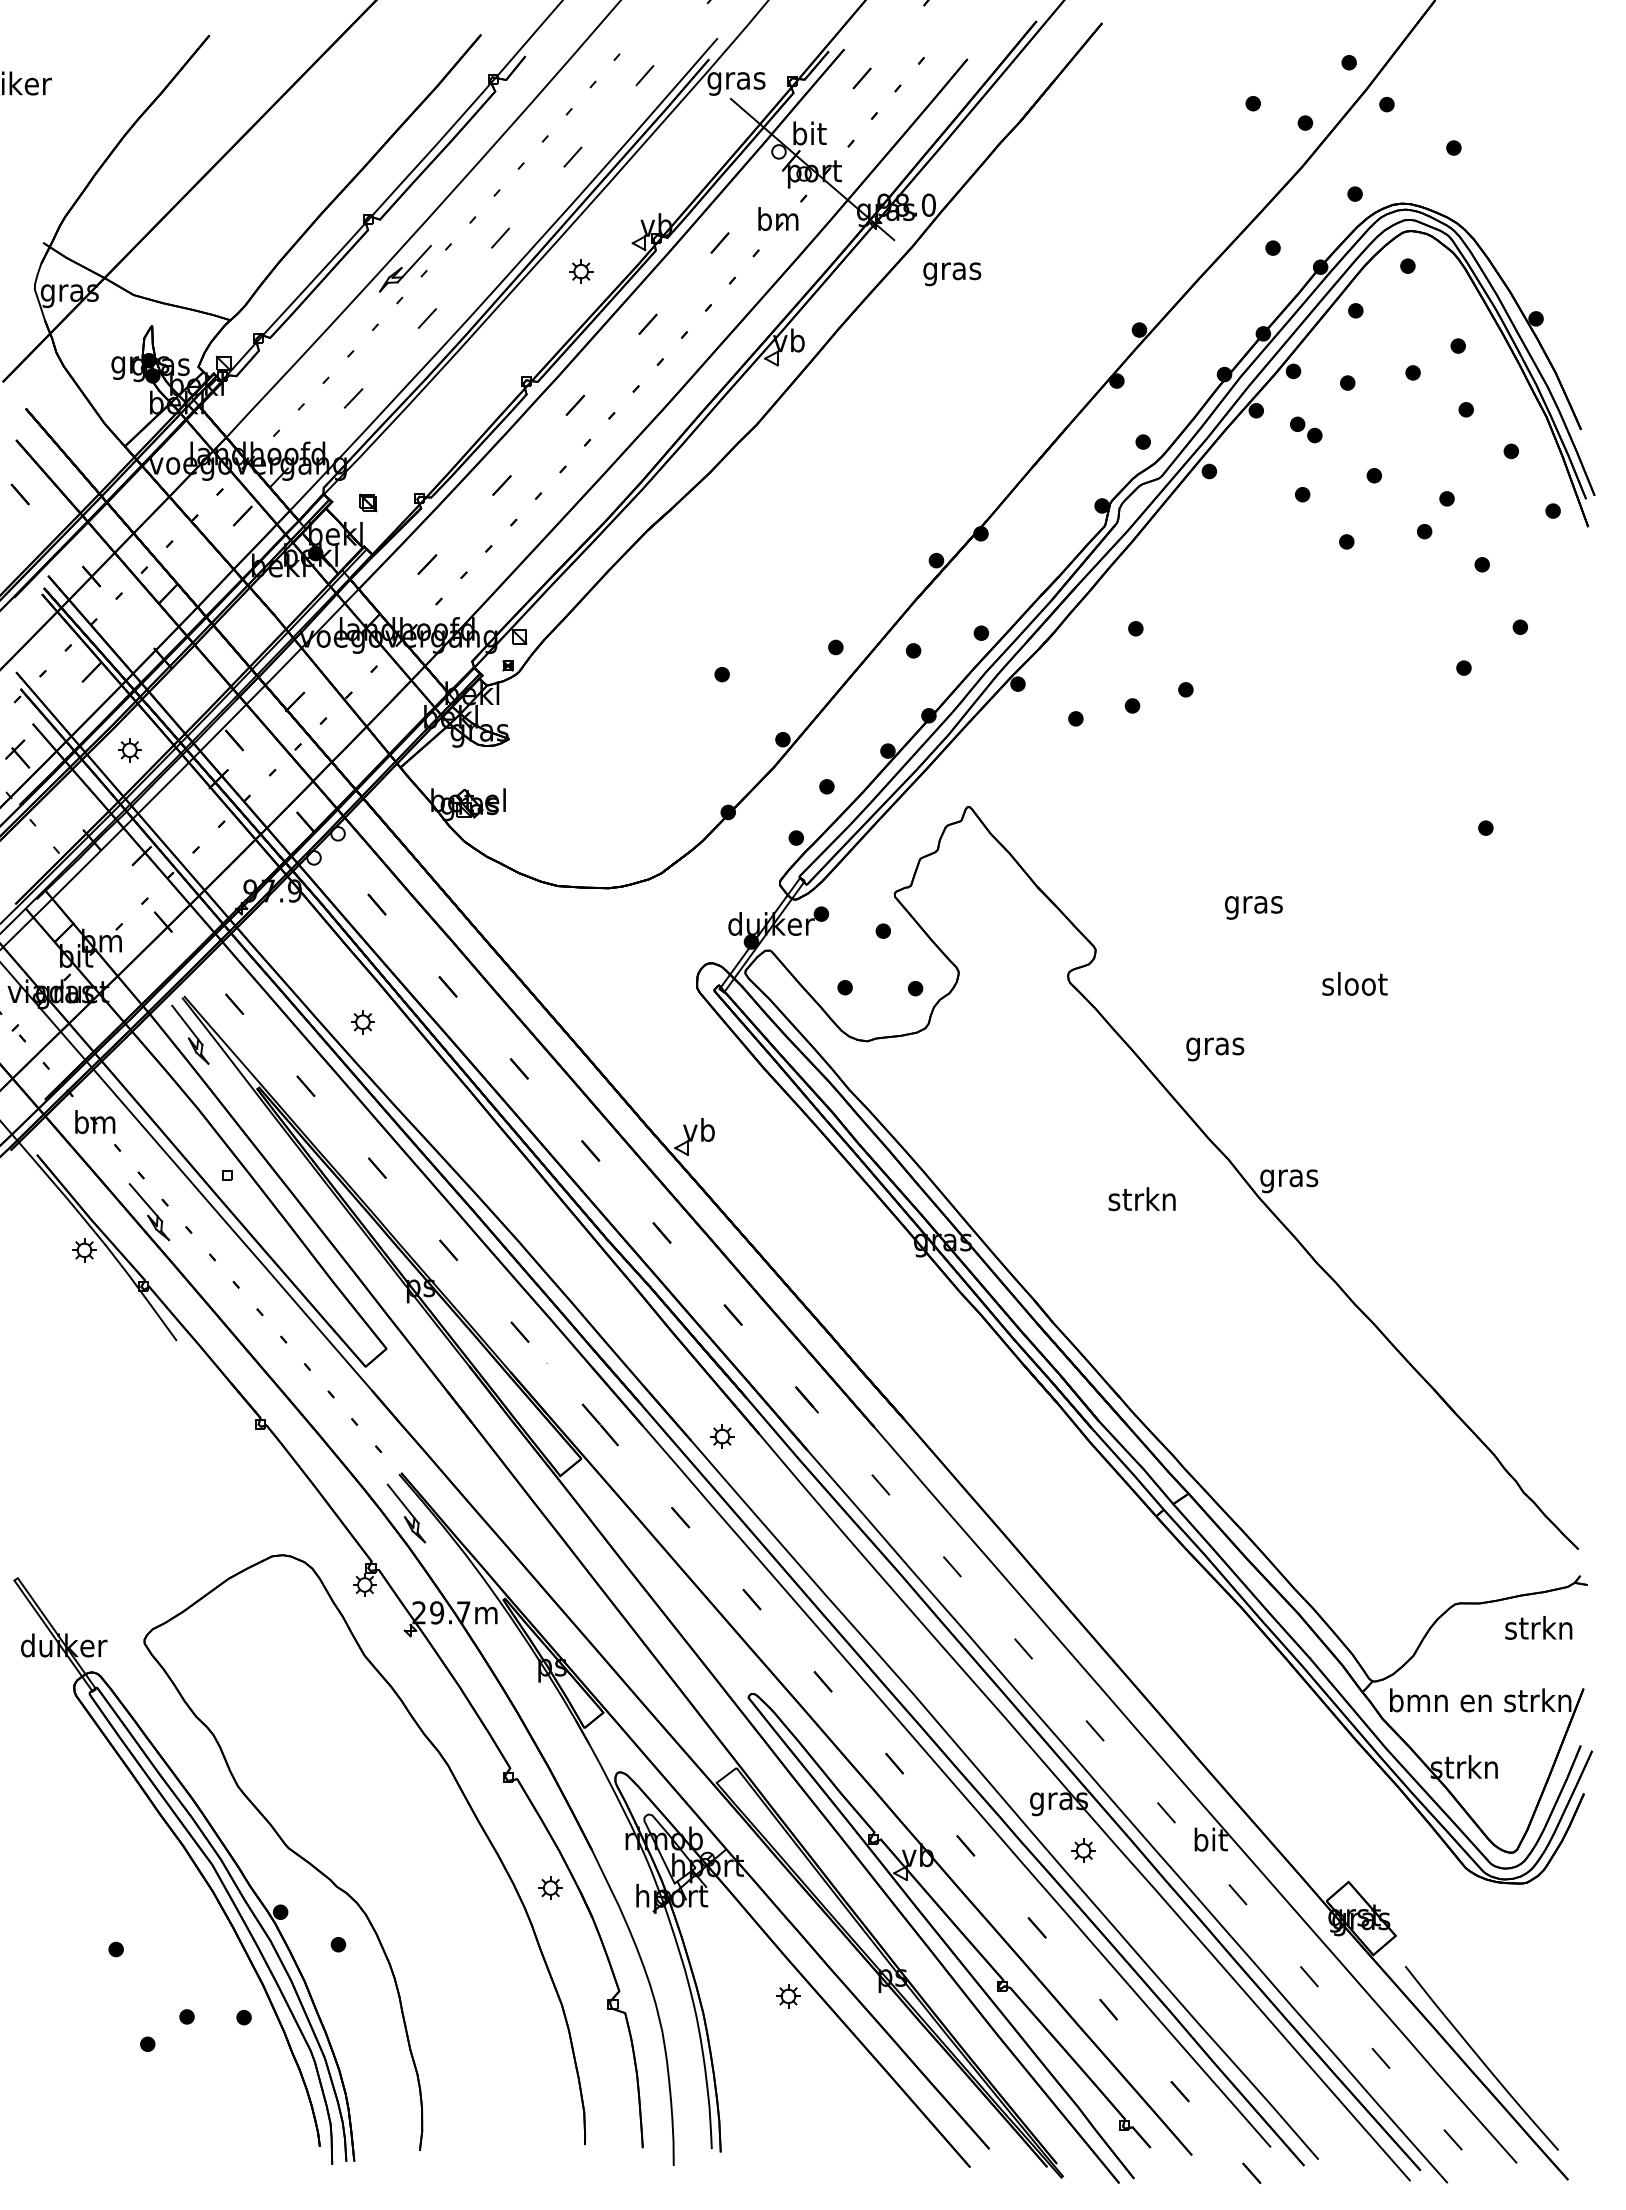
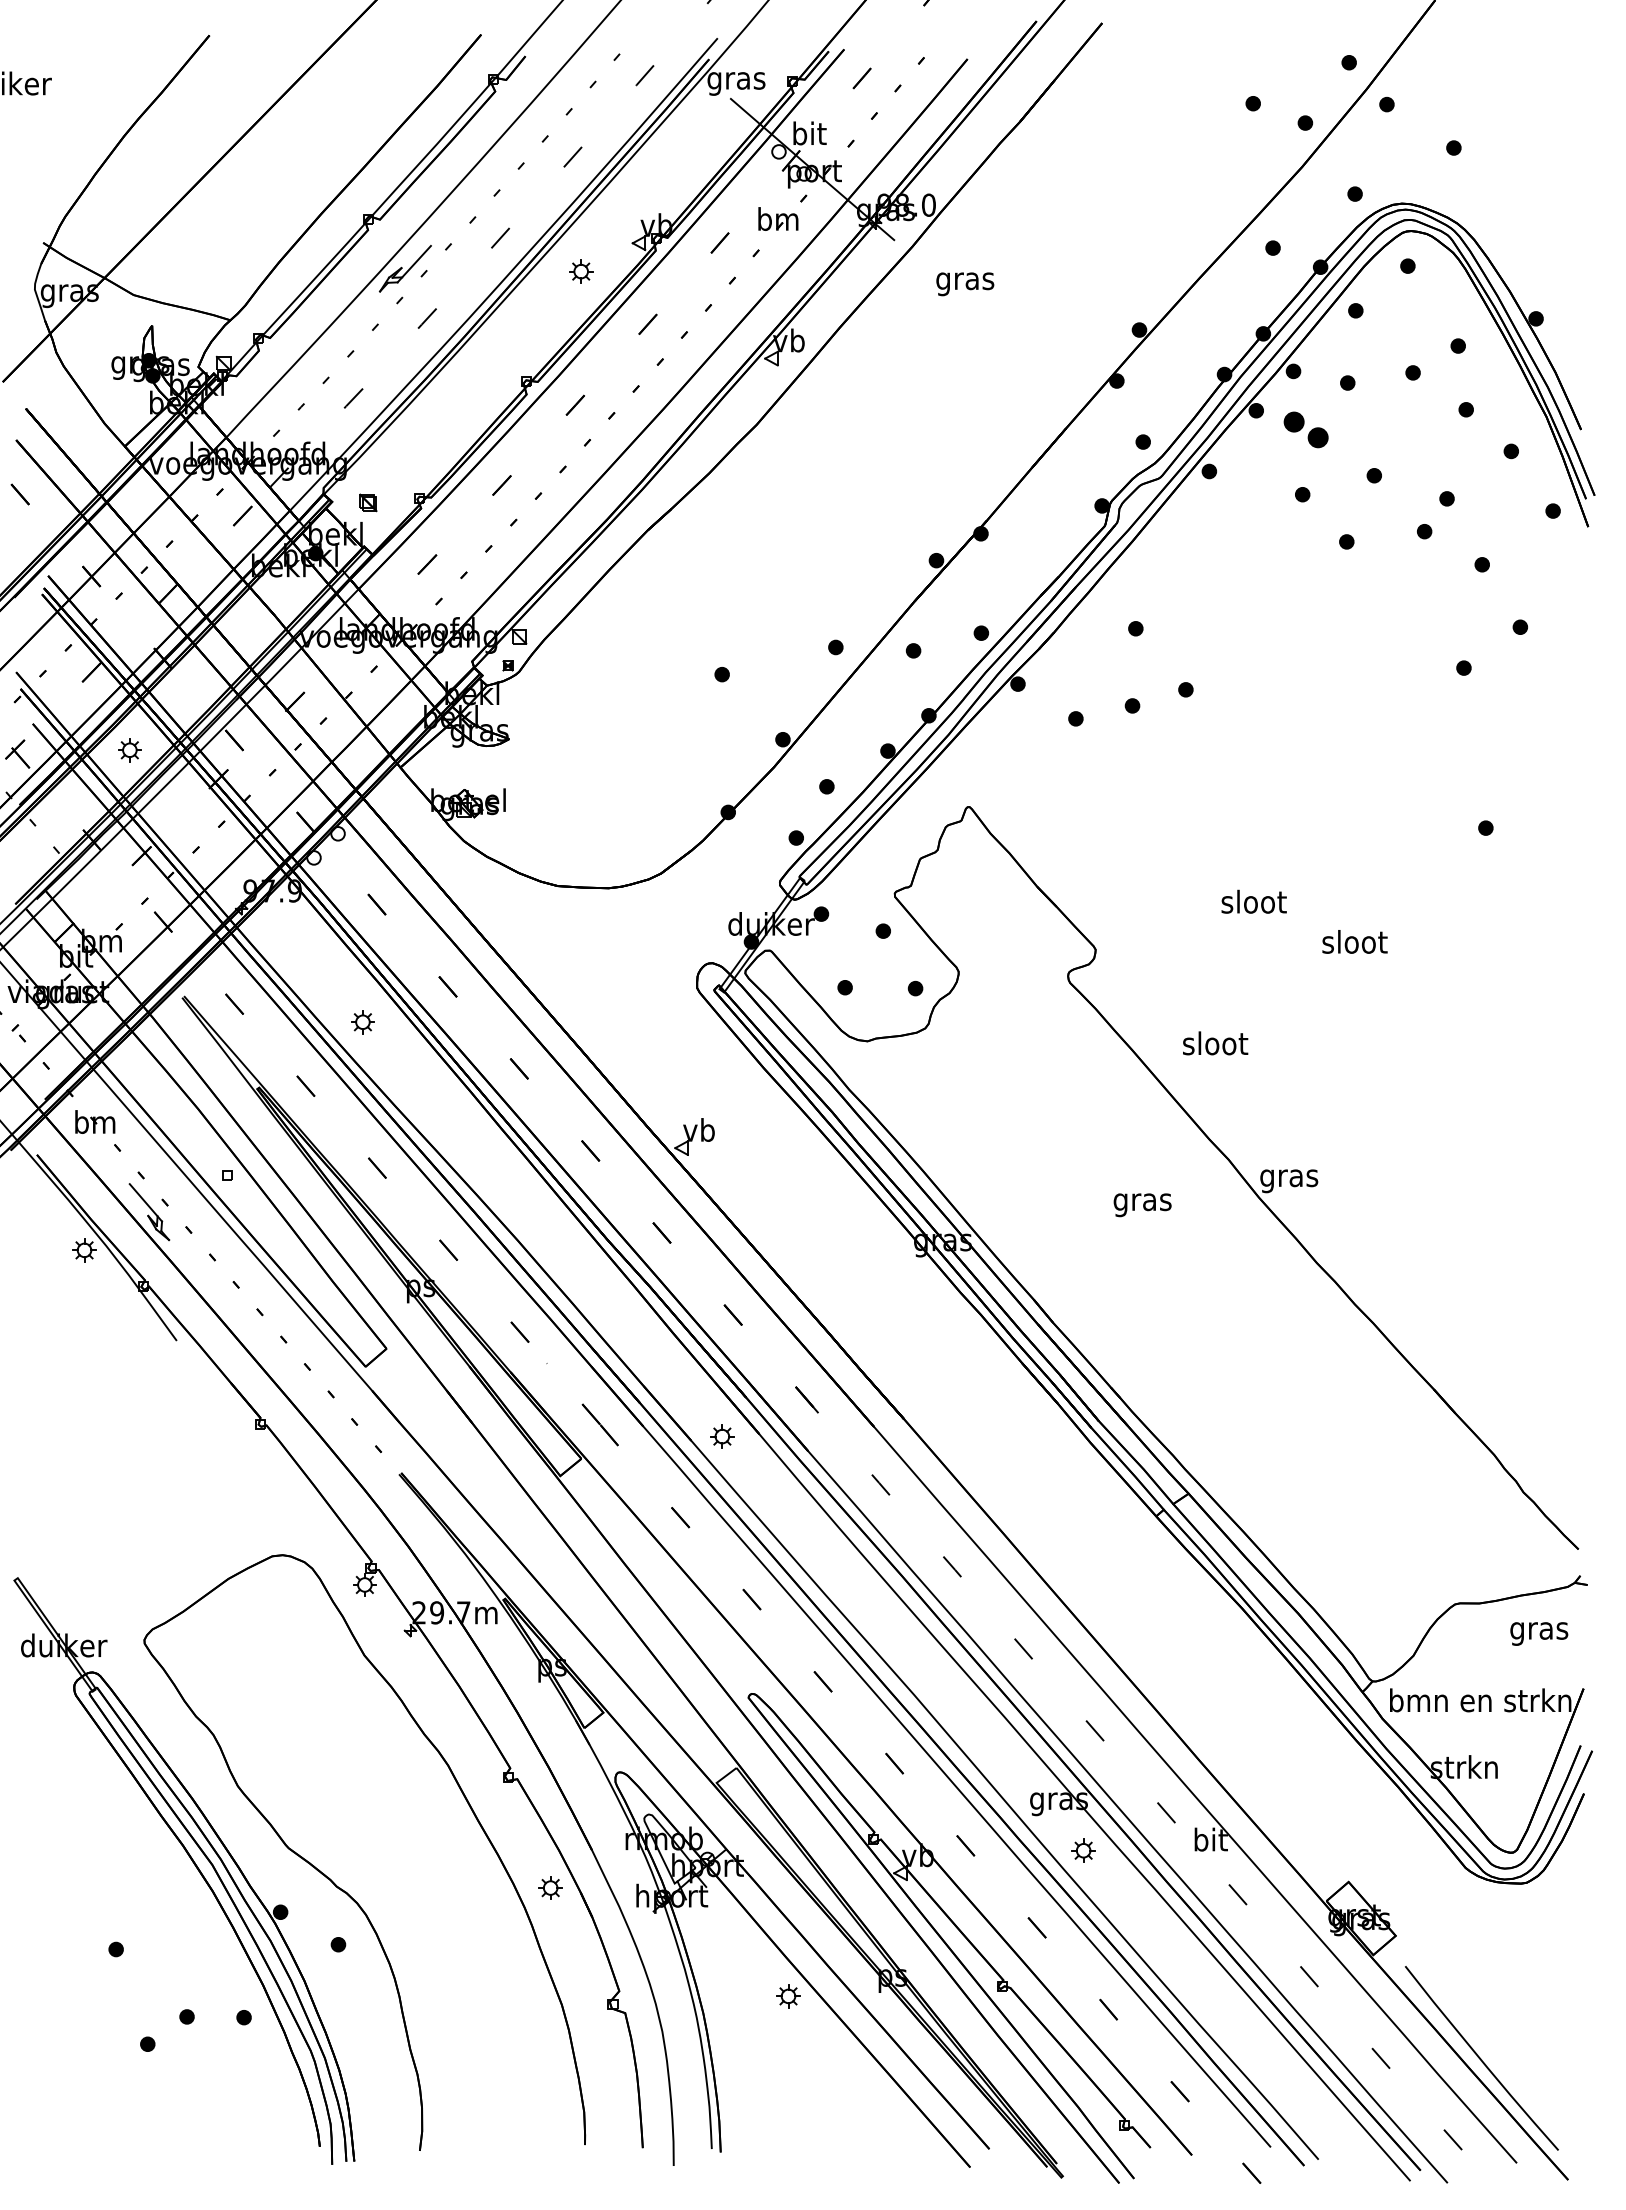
text at (952, 274) position: (952, 274) -> (965, 284)
part at (1306, 429) size: 33x28 px -> 46x38 px
text at (1253, 904): gras -> sloot
text at (1354, 983) position: (1354, 983) -> (1354, 941)
part at (190, 1034): present -> none
text at (1215, 1046): gras -> sloot
text at (1141, 1202): strkn -> gras
part at (405, 1513): present -> none
text at (1538, 1630): strkn -> gras
